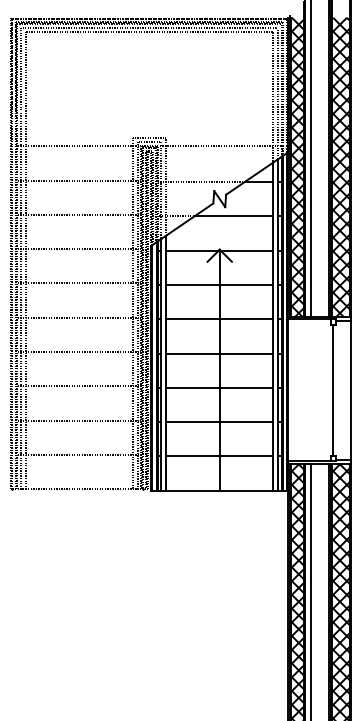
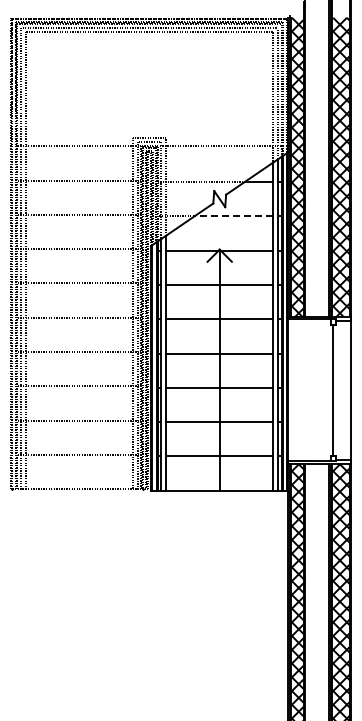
line at (310, 159): present -> none
line at (233, 216): solid -> dashed
line at (310, 590): present -> none
